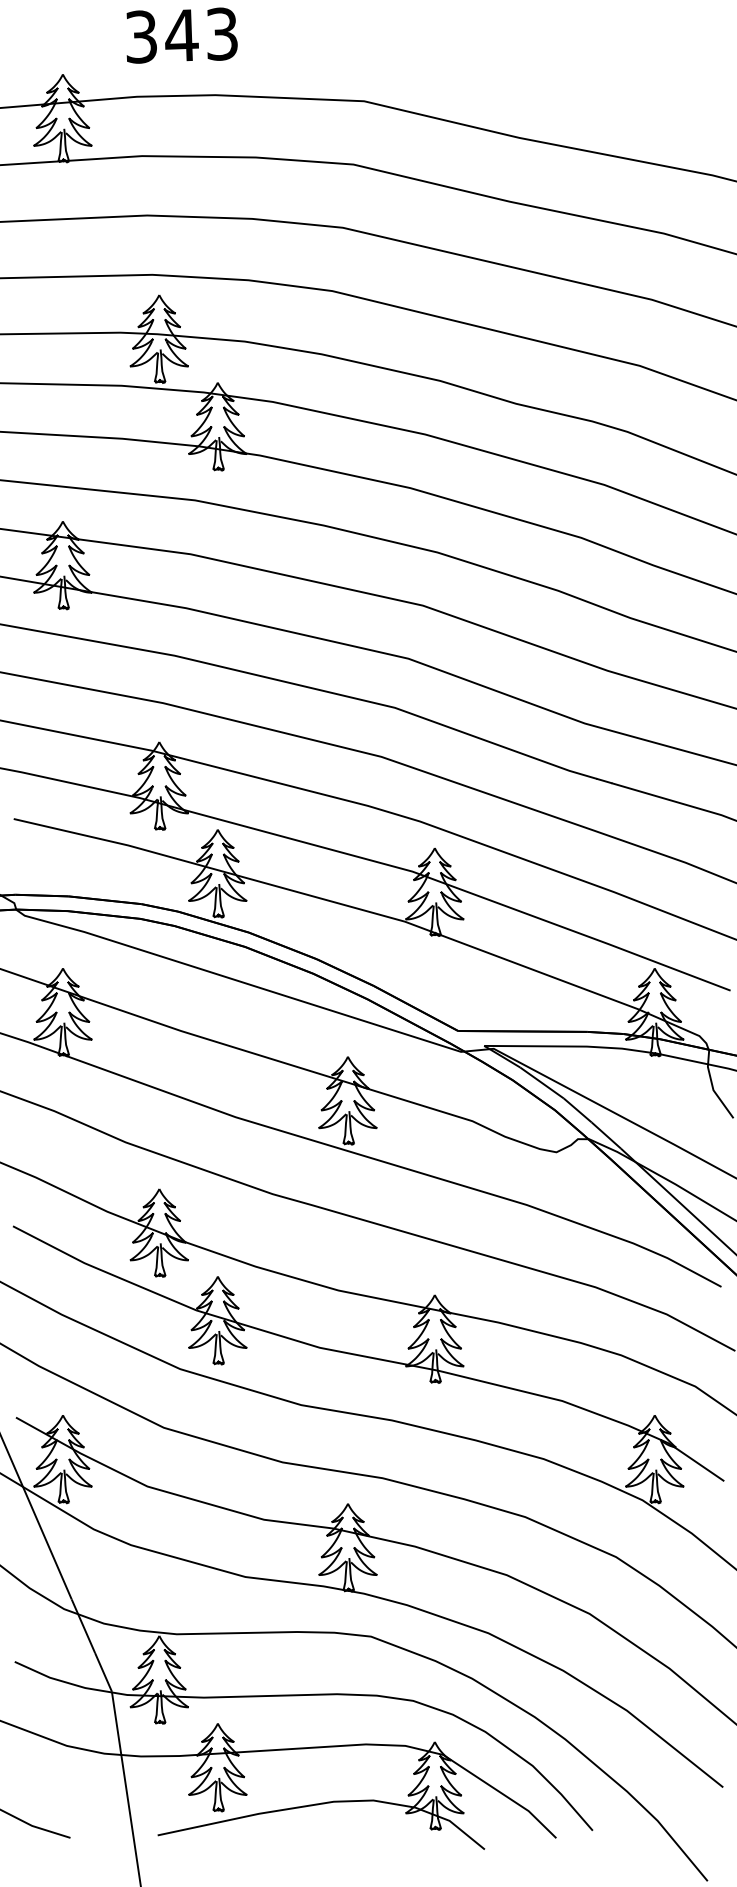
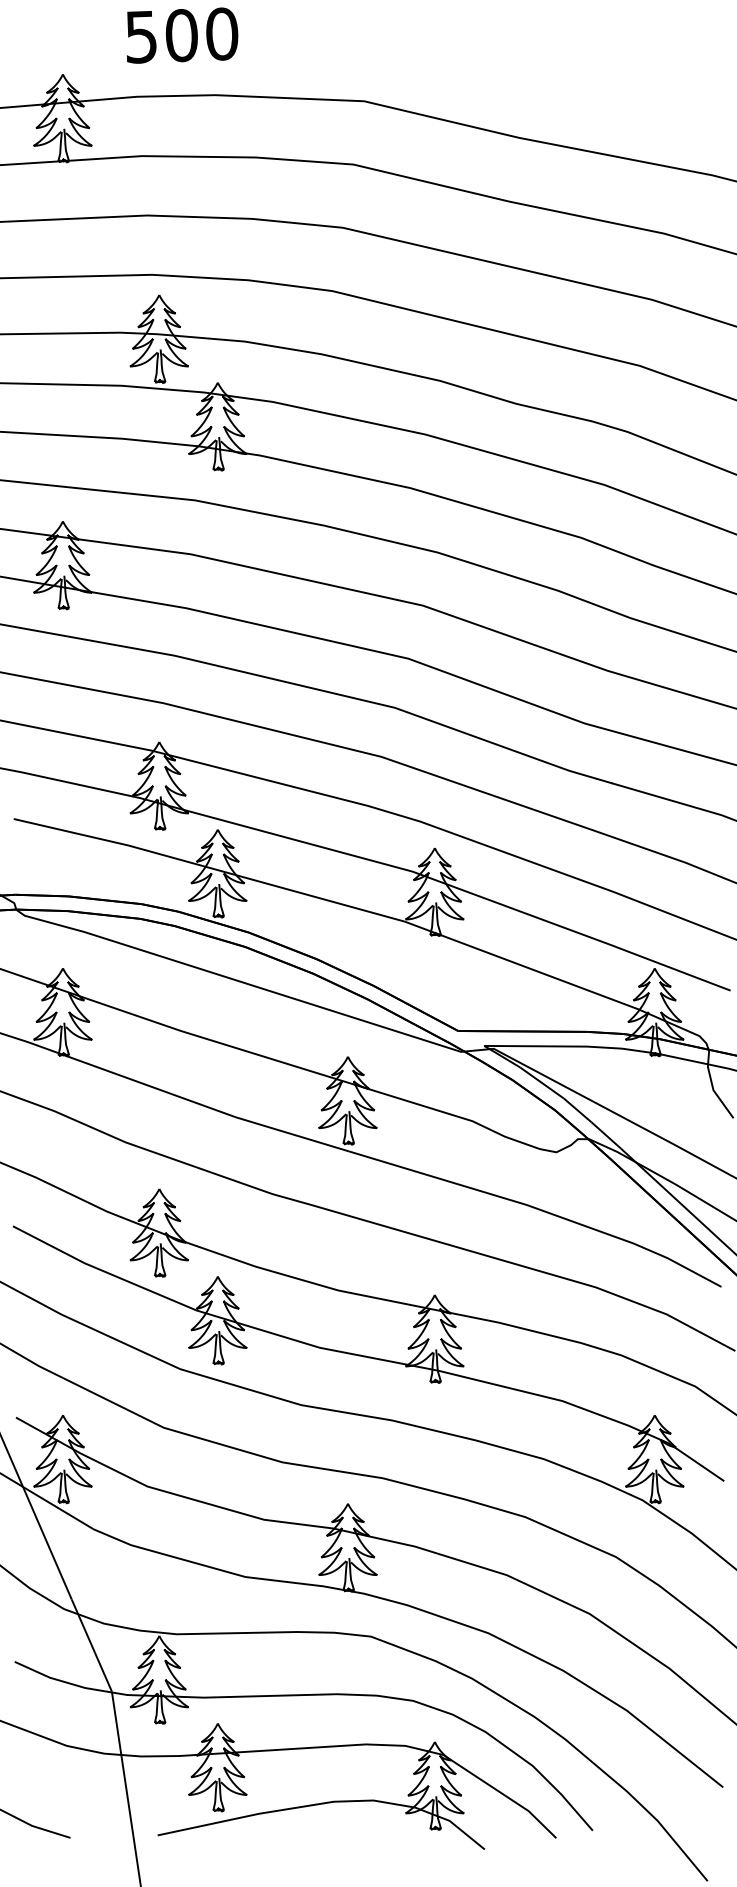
text at (182, 35): 343 -> 500
